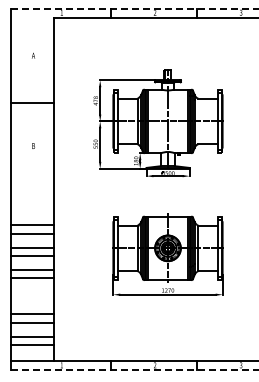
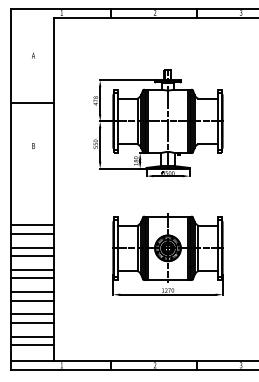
line at (134, 8): dashed -> solid
line at (31, 291): none -> present
line at (31, 300): none -> present
line at (134, 370): dashed -> solid
